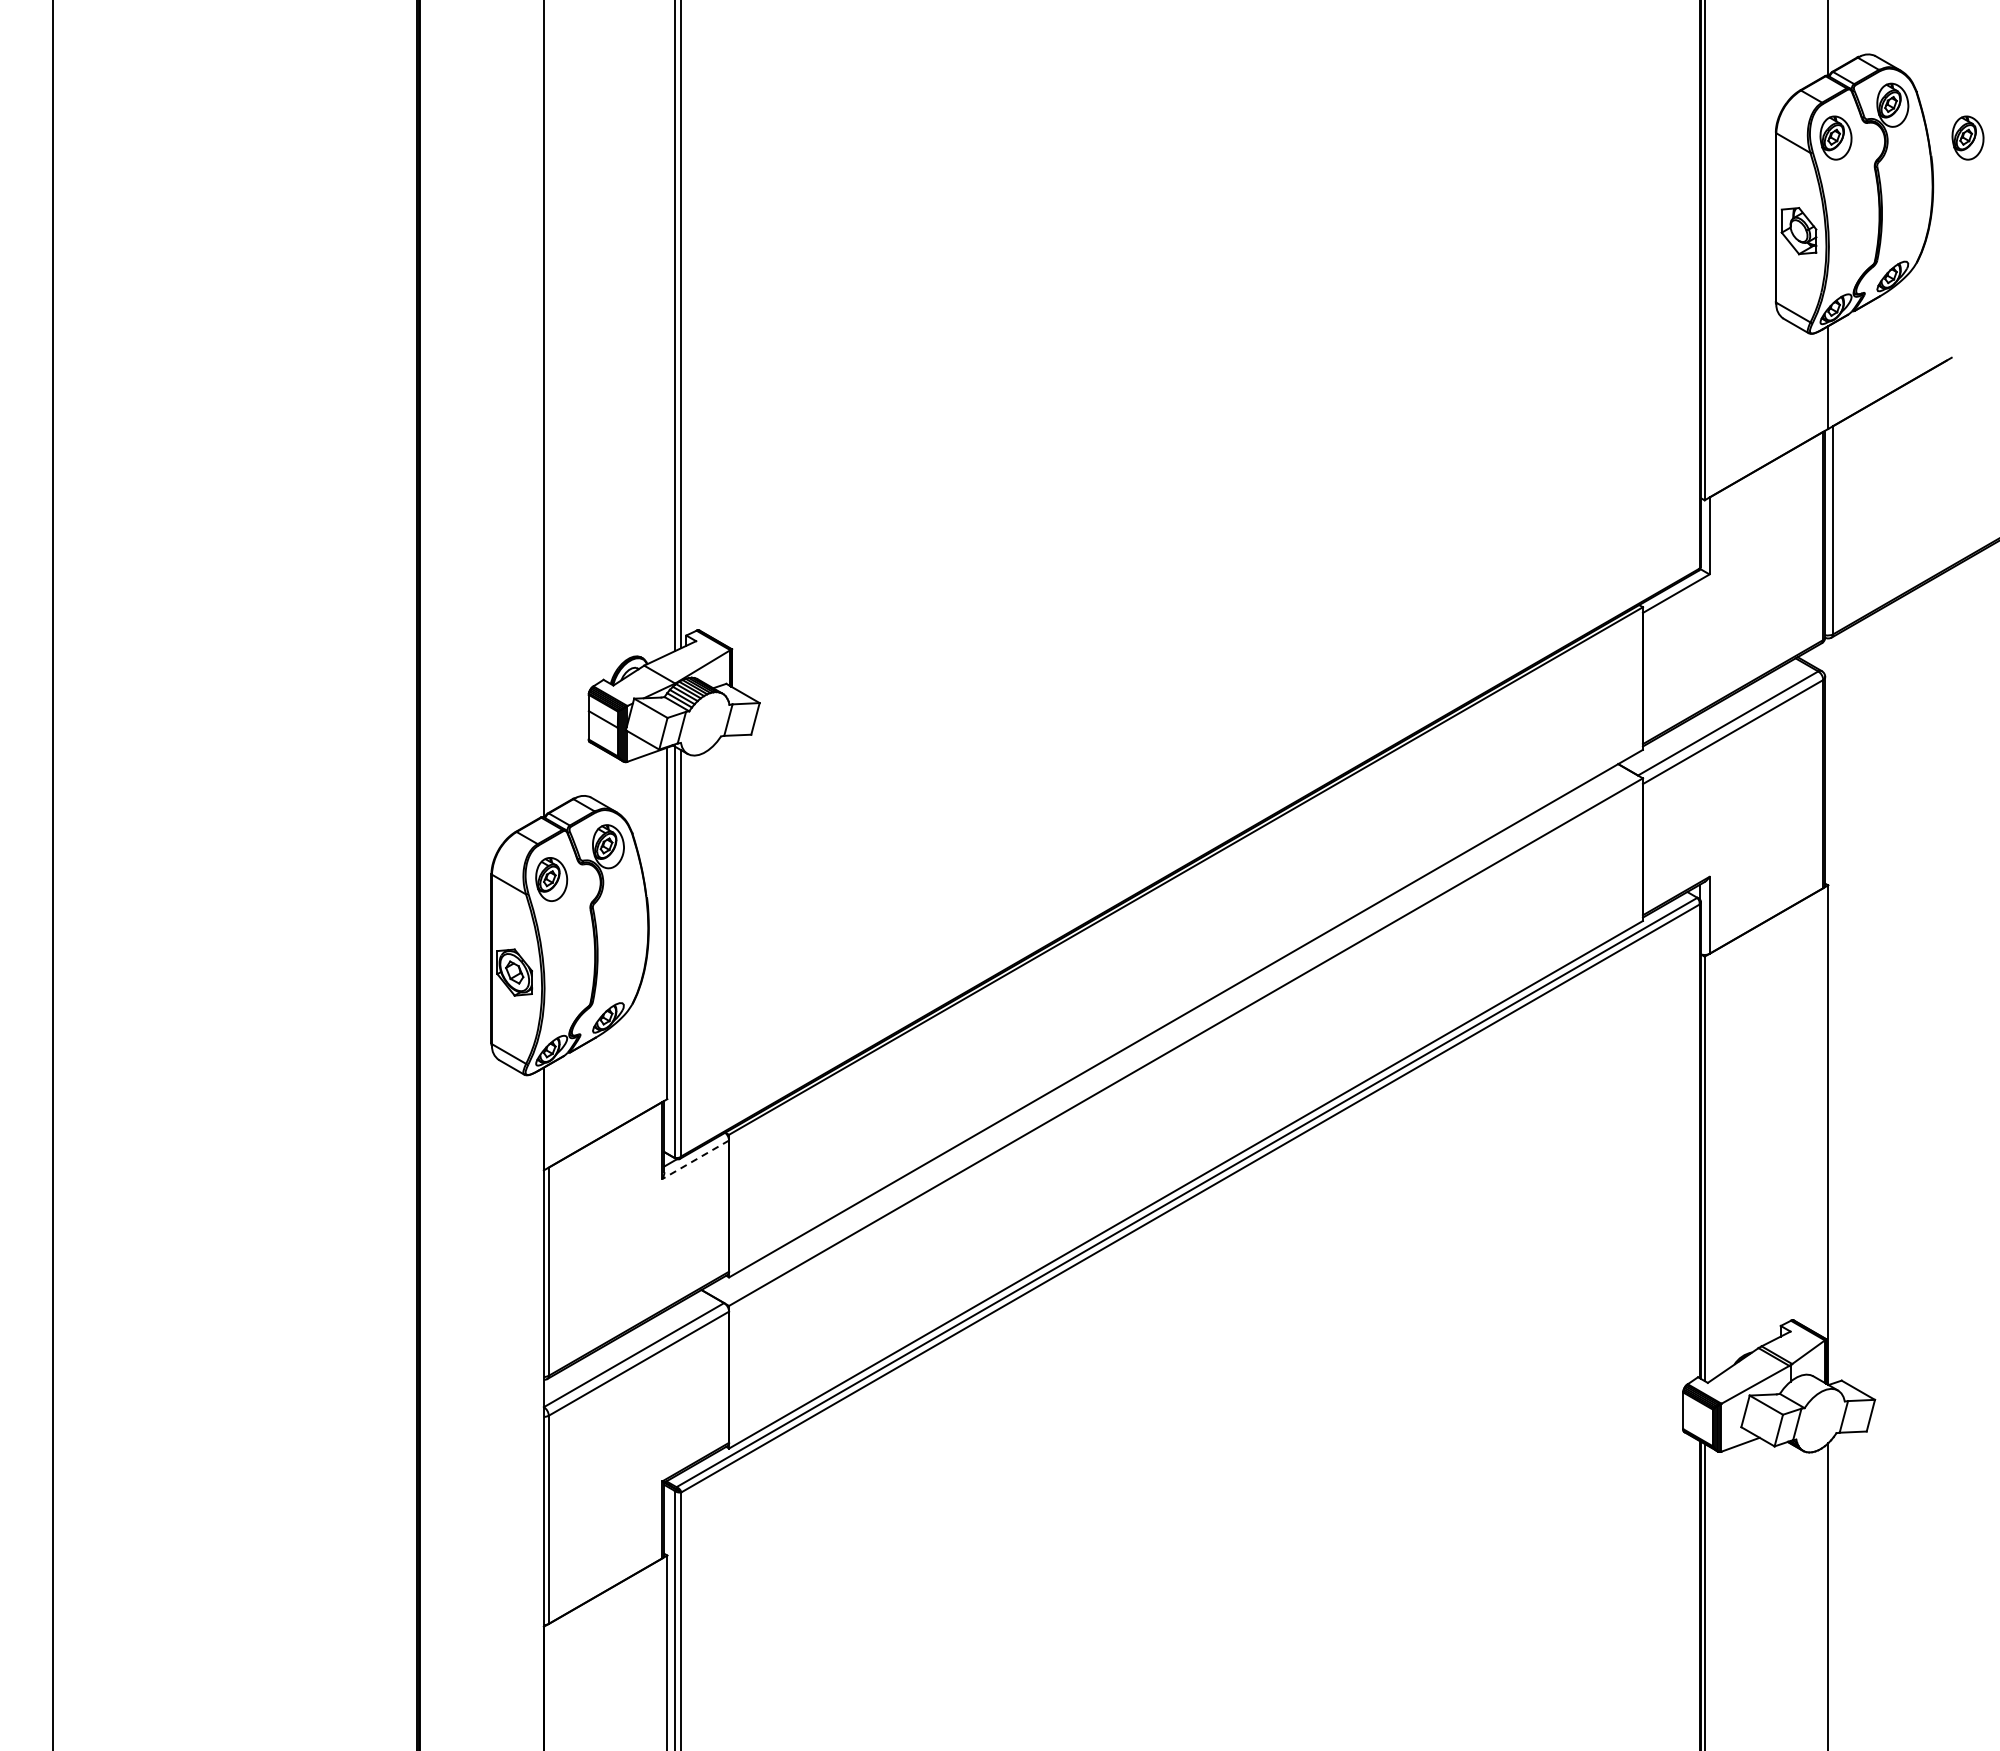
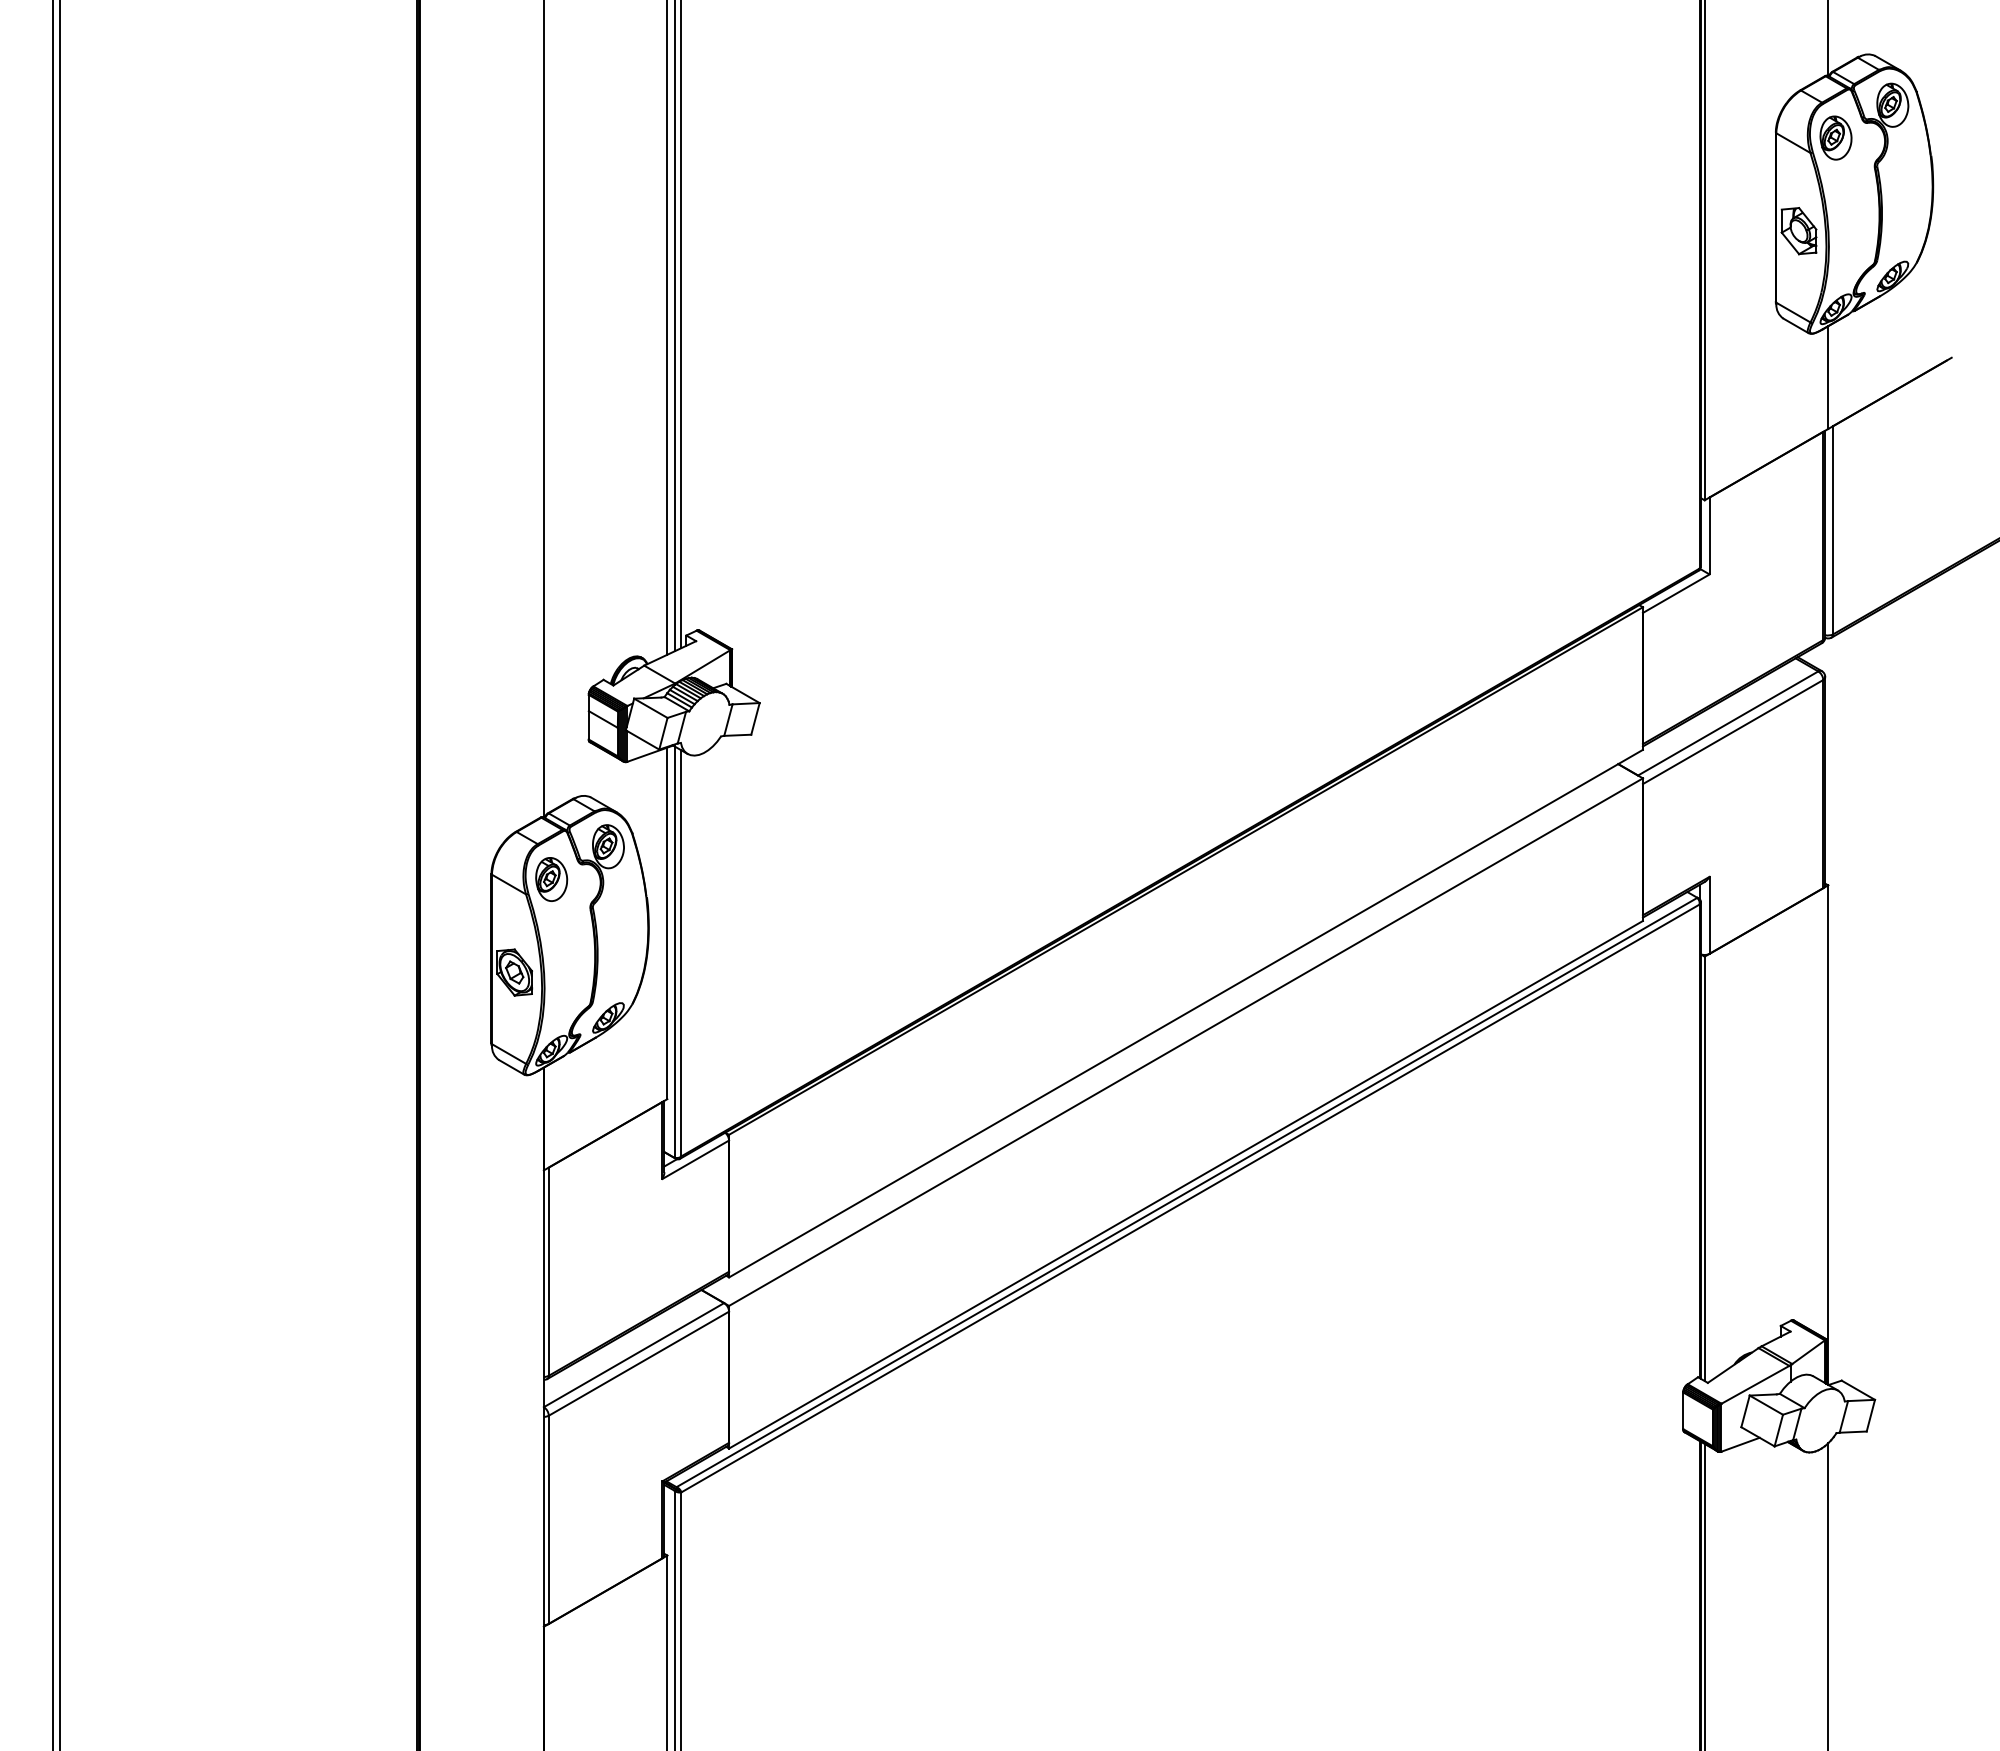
part at (1967, 137): present -> none
line at (667, 328): none -> present
line at (60, 874): none -> present
line at (695, 1160): dashed -> solid
